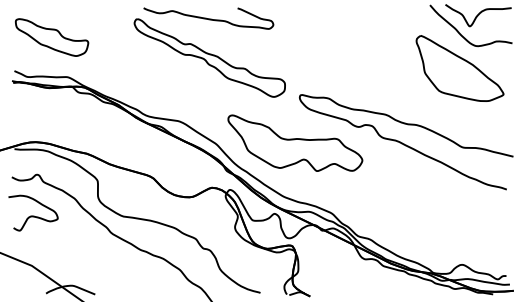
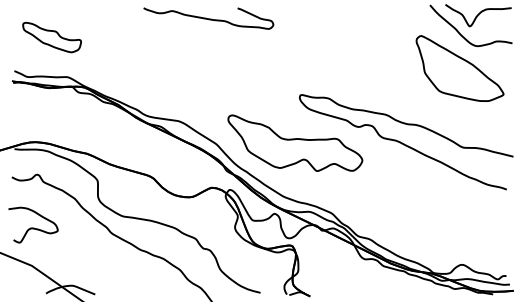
part at (52, 37) size: 75x39 px -> 60x33 px
part at (209, 57): present -> none
curve at (33, 215) position: (33, 215) -> (33, 227)
